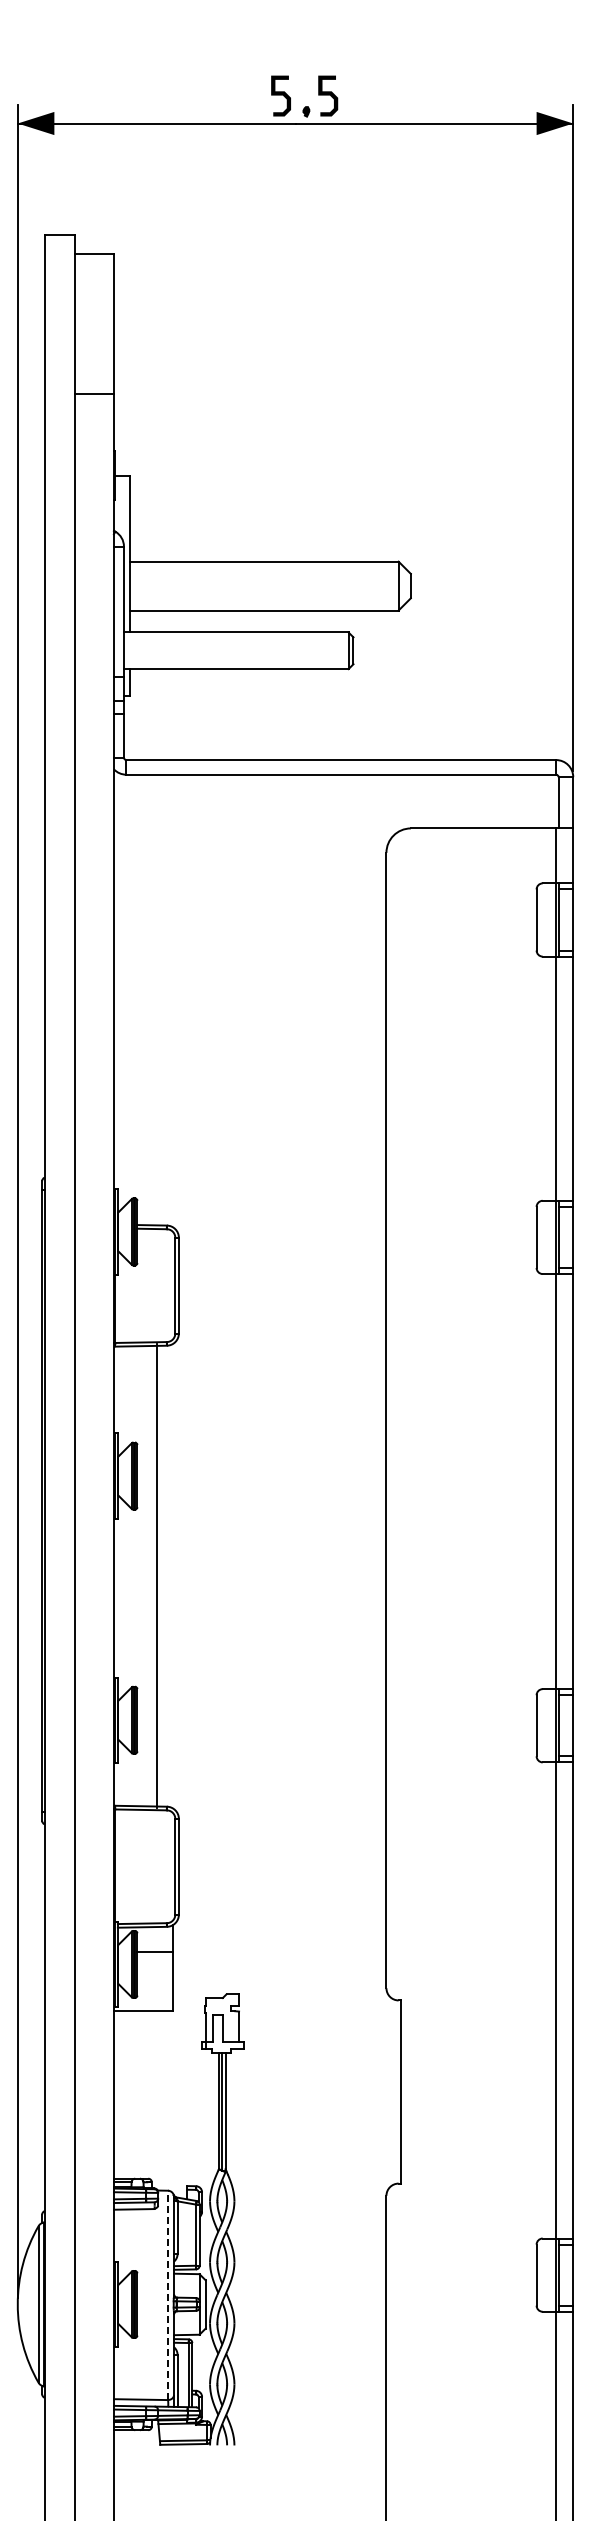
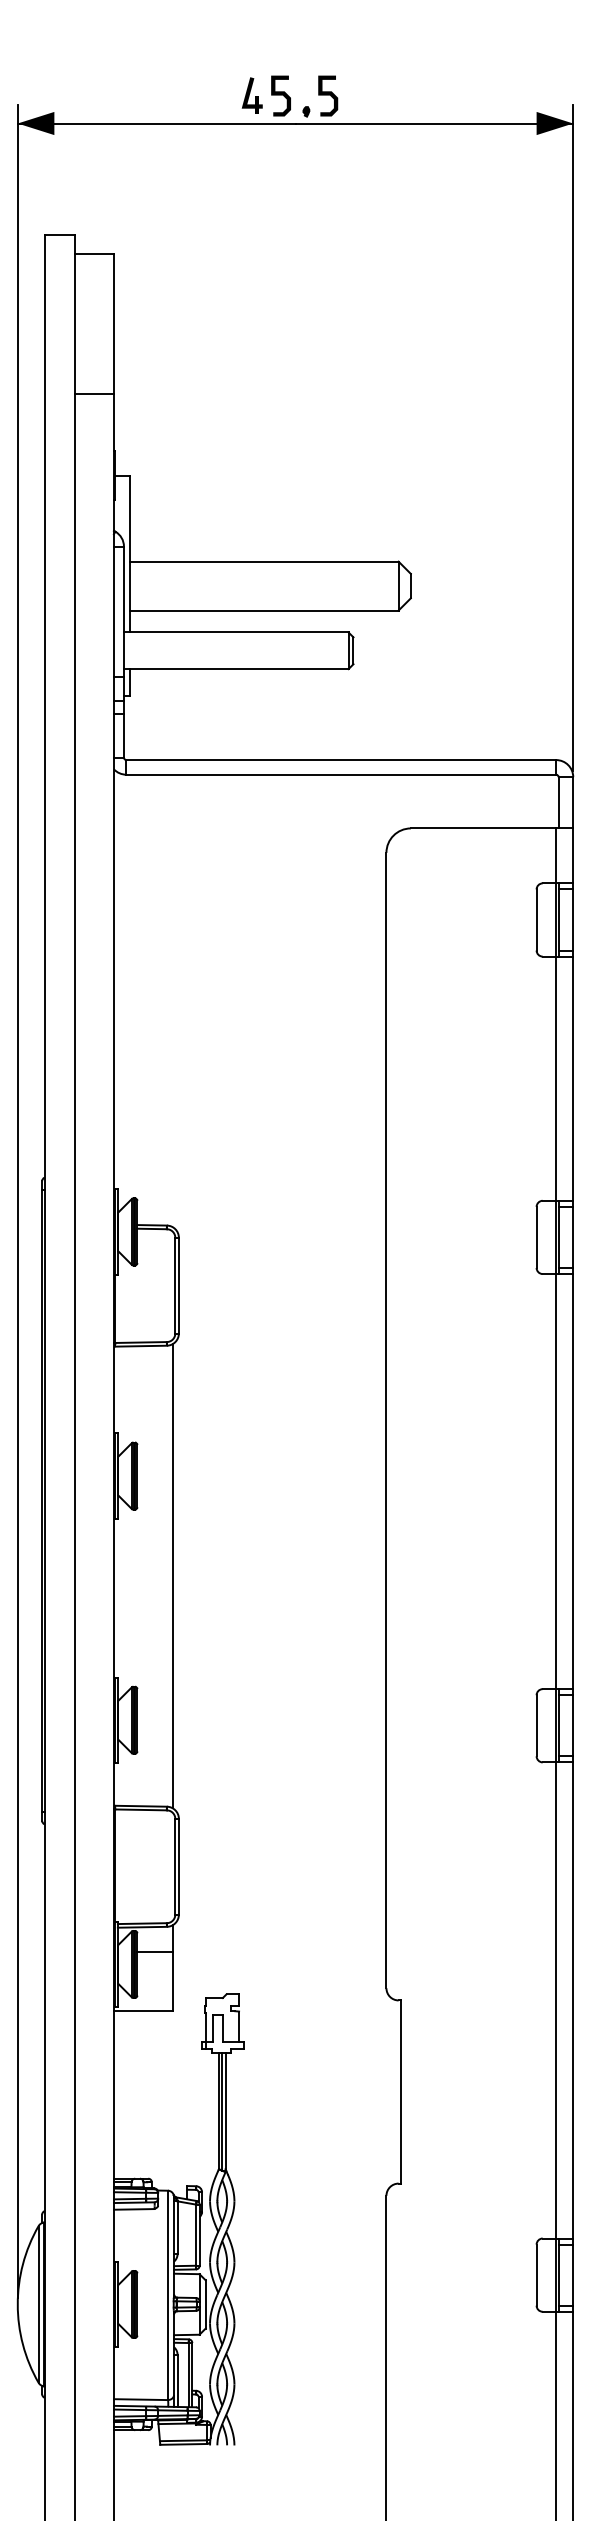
part at (251, 95): none -> present
line at (156, 1576) position: (156, 1576) -> (172, 1576)
line at (168, 2295): dashed -> solid
